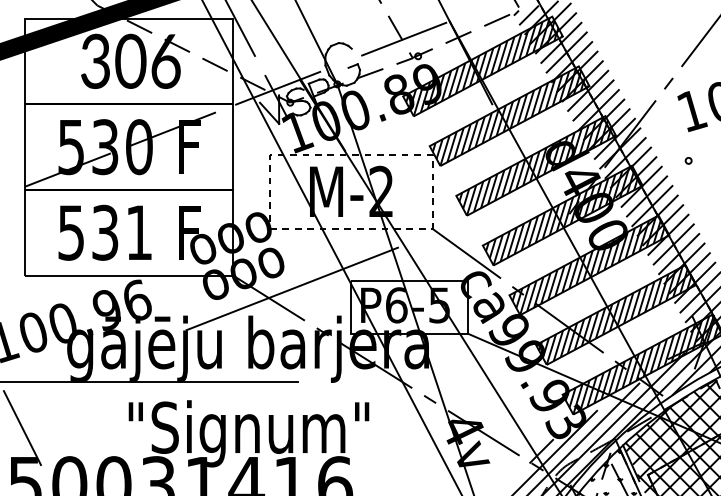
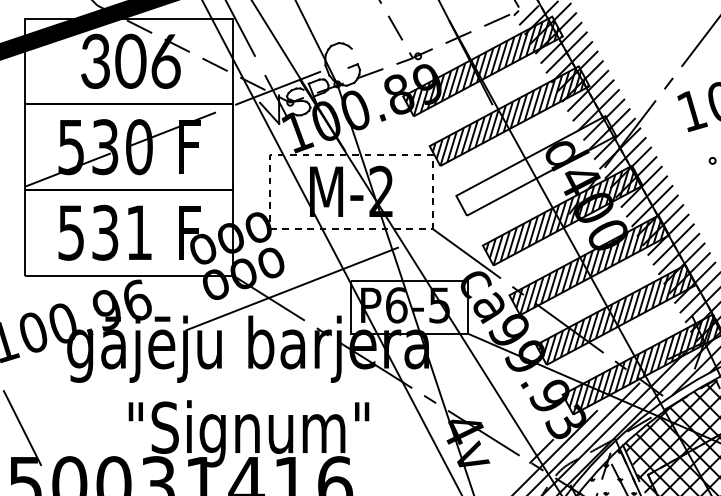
line at (404, 38): present -> none
part at (688, 160) position: (688, 160) -> (712, 160)
hatch at (537, 166): present -> none
line at (149, 382): present -> none
